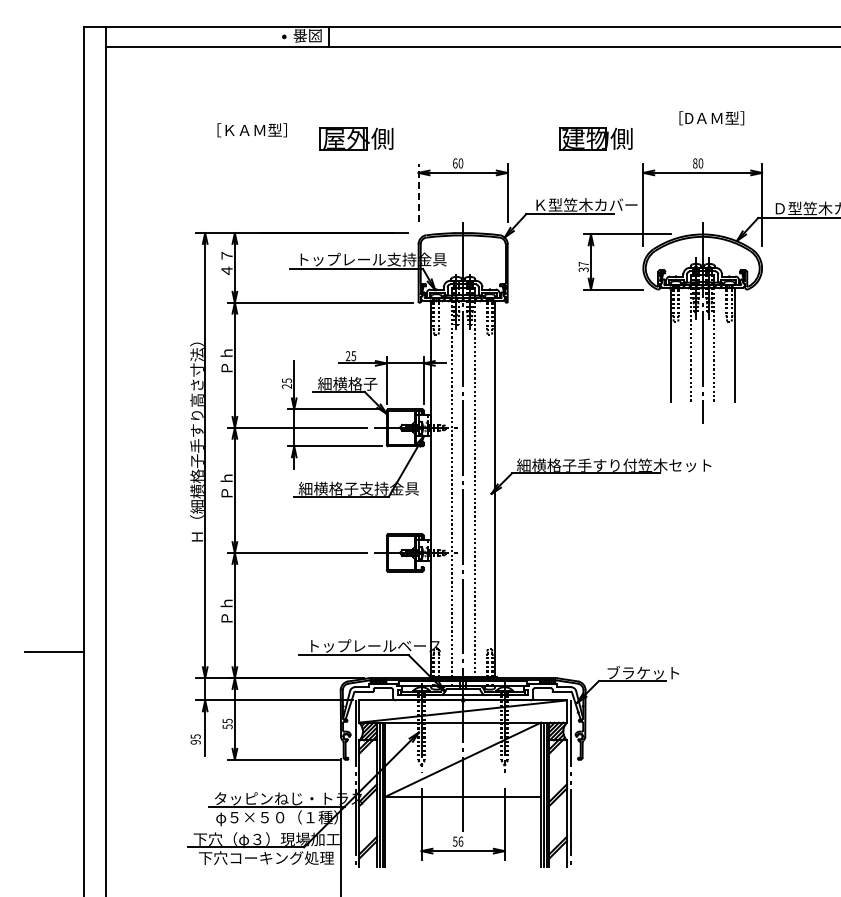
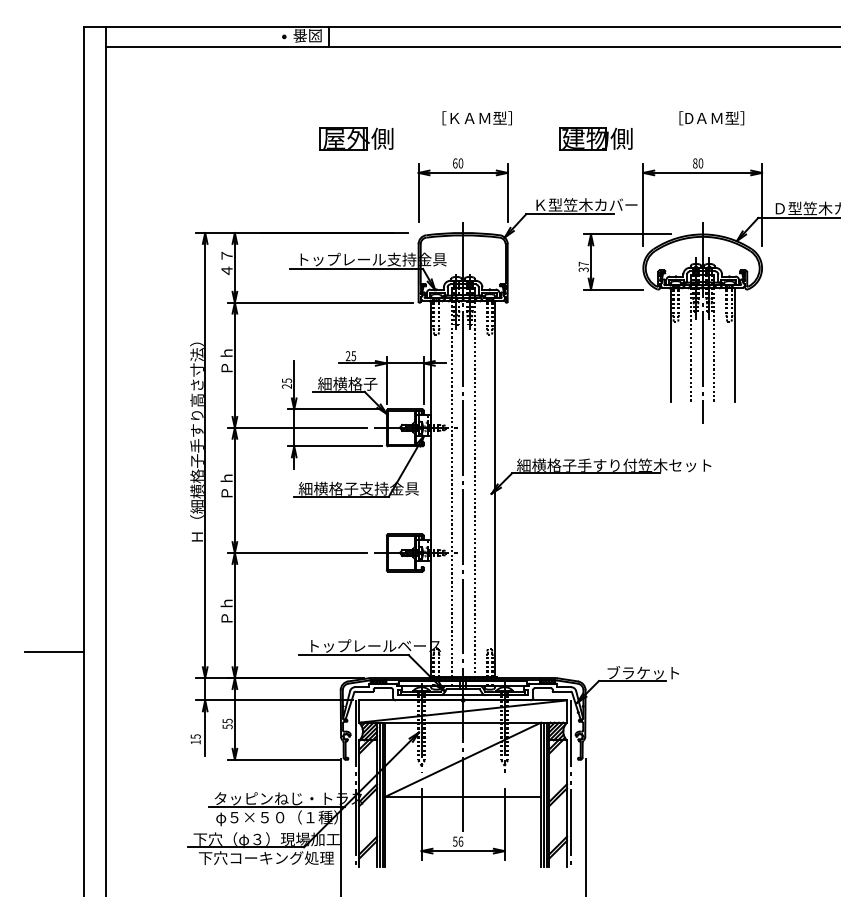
text at (251, 130) position: (251, 130) -> (476, 118)
line at (418, 192): dashed -> solid
text at (195, 742): 95 -> 15
line at (585, 825): none -> present
